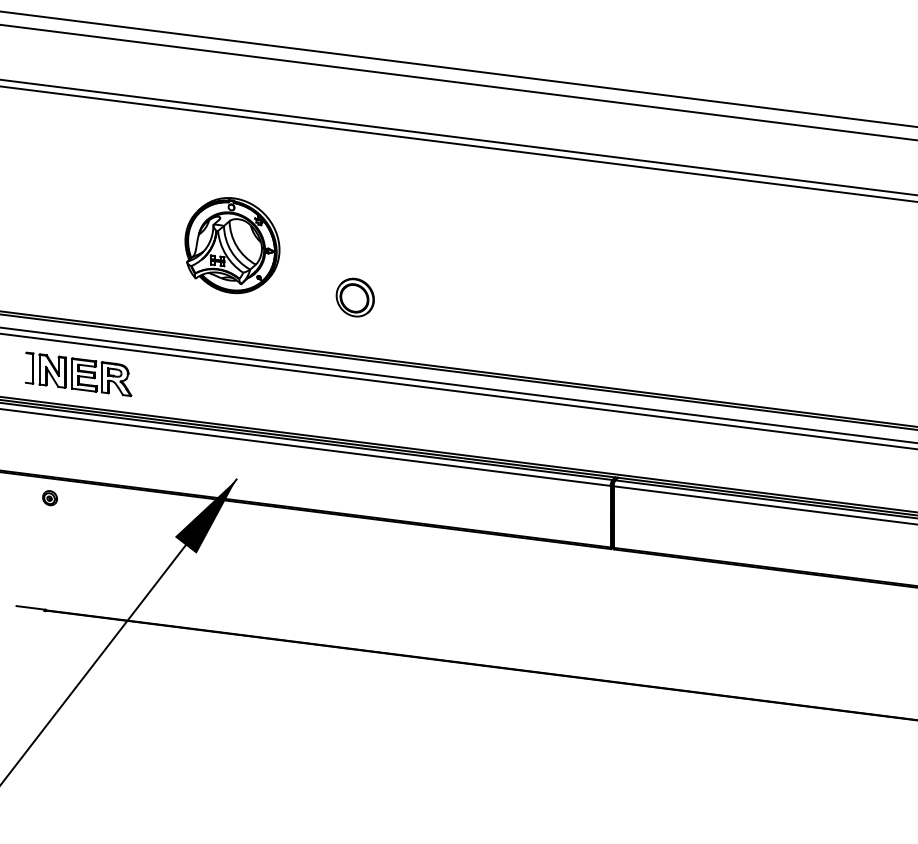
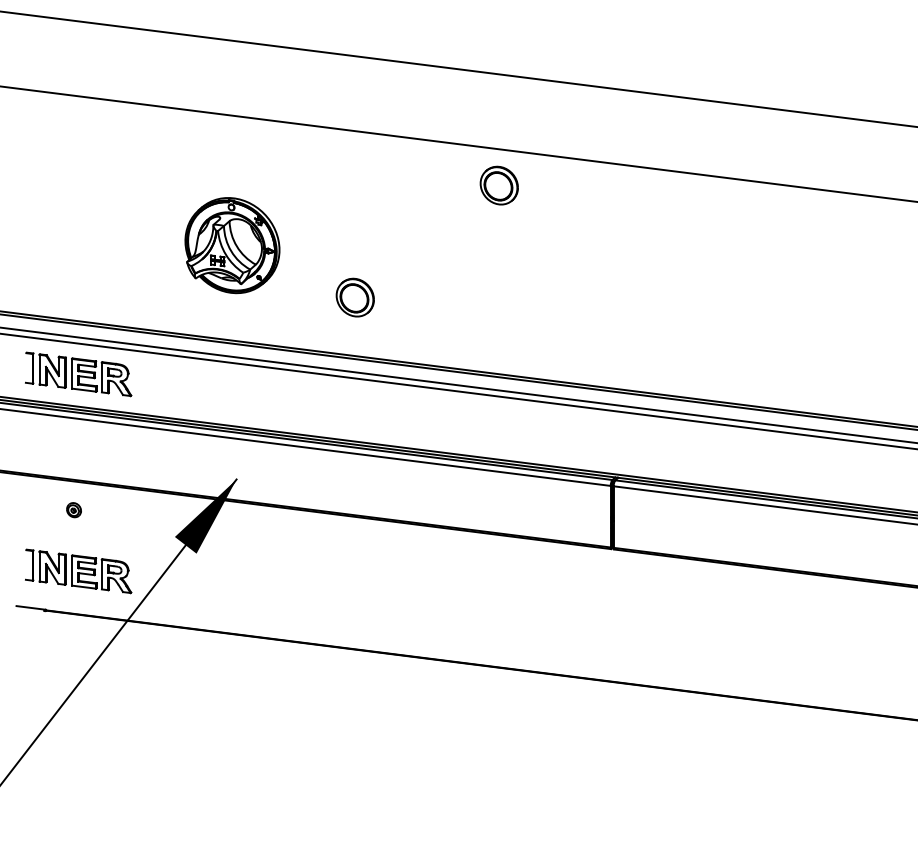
line at (458, 82): present -> none
line at (458, 137): present -> none
part at (498, 185): none -> present
part at (49, 498) position: (49, 498) -> (73, 510)
part at (78, 571): none -> present
